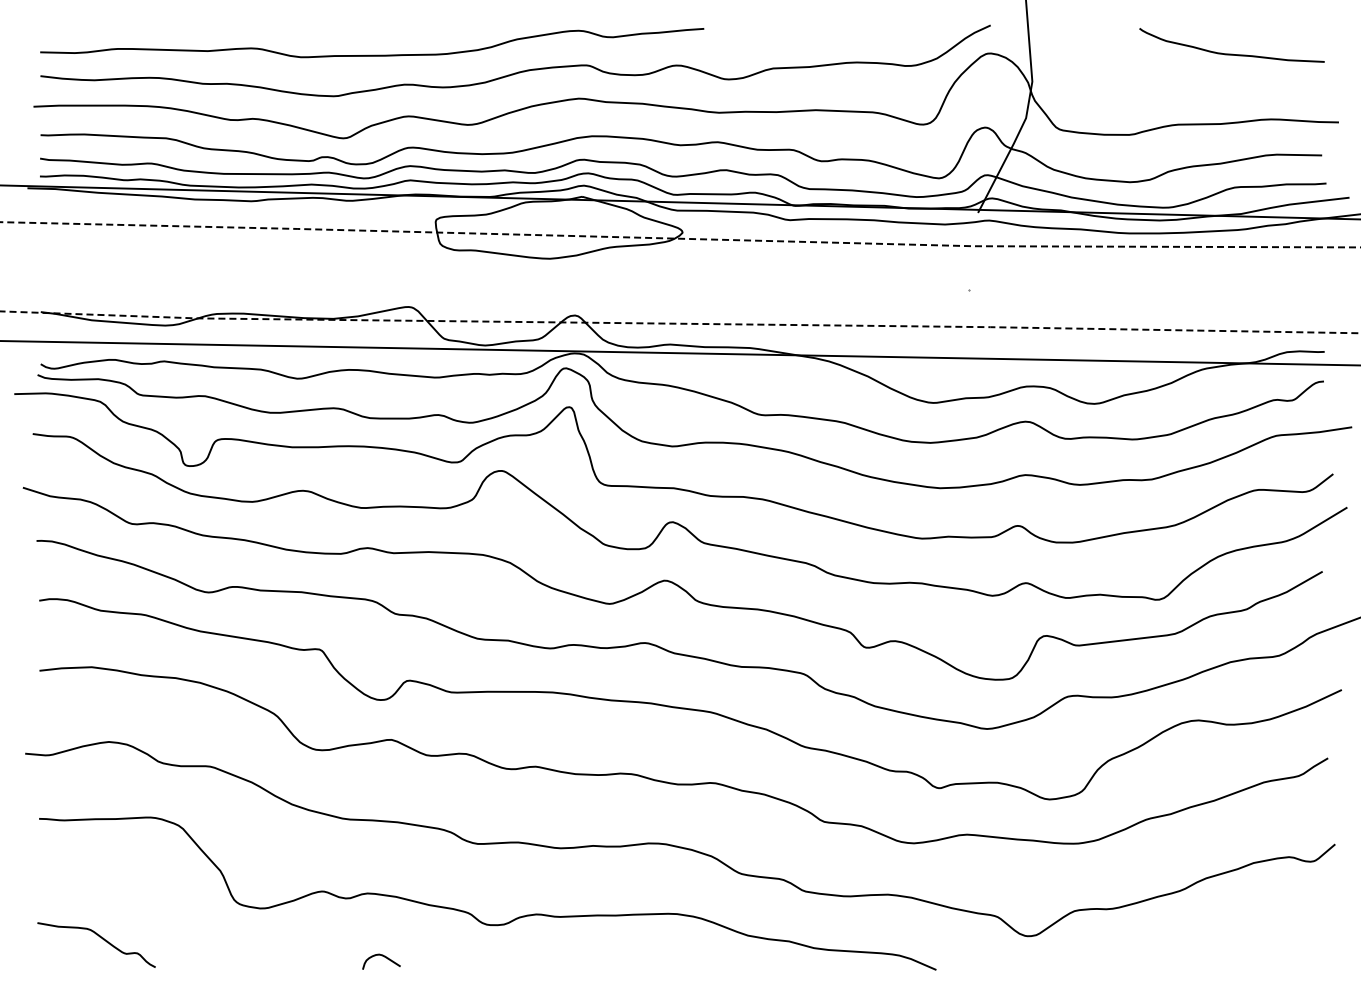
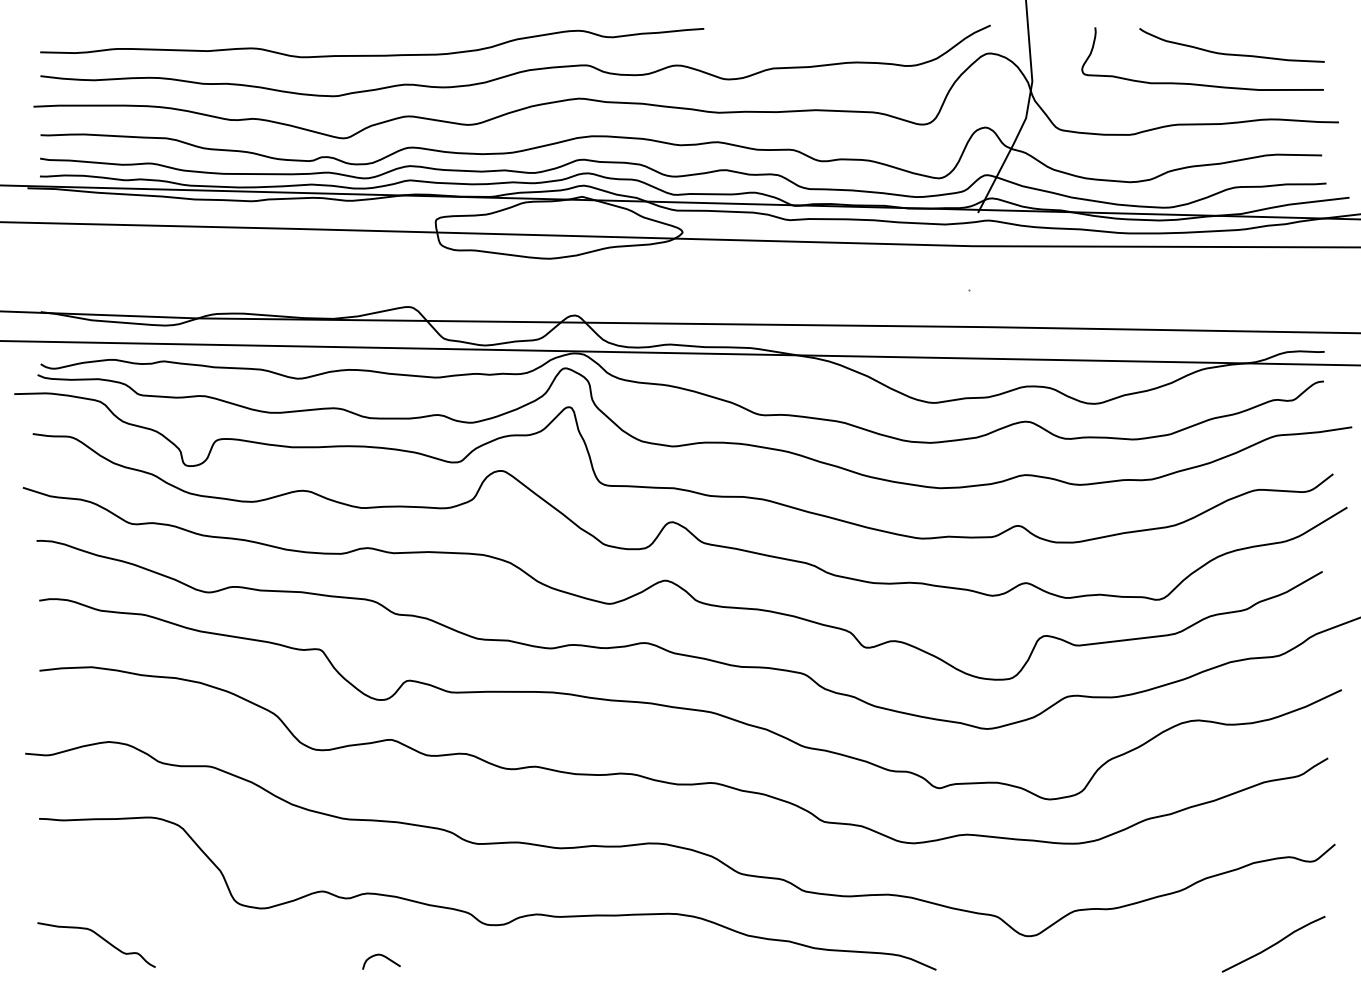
curve at (1197, 83): none -> present
line at (680, 238): dashed -> solid
line at (680, 323): dashed -> solid
curve at (1274, 943): none -> present
